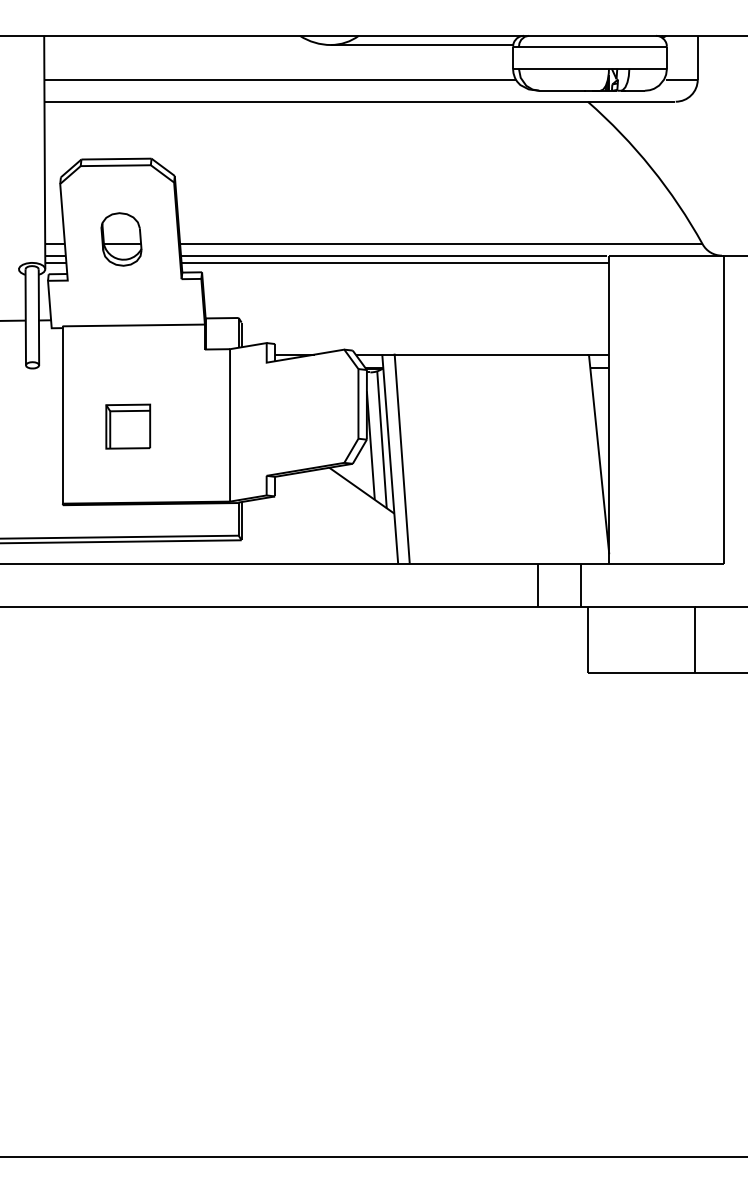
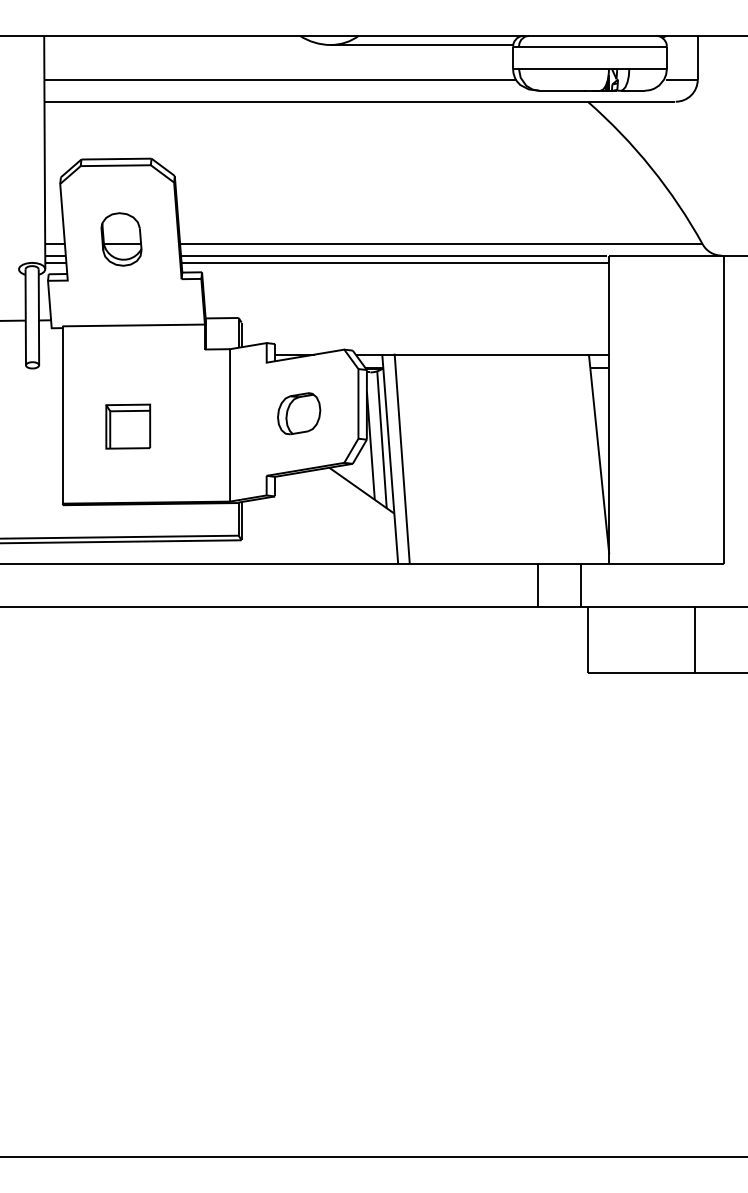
part at (299, 413): none -> present
